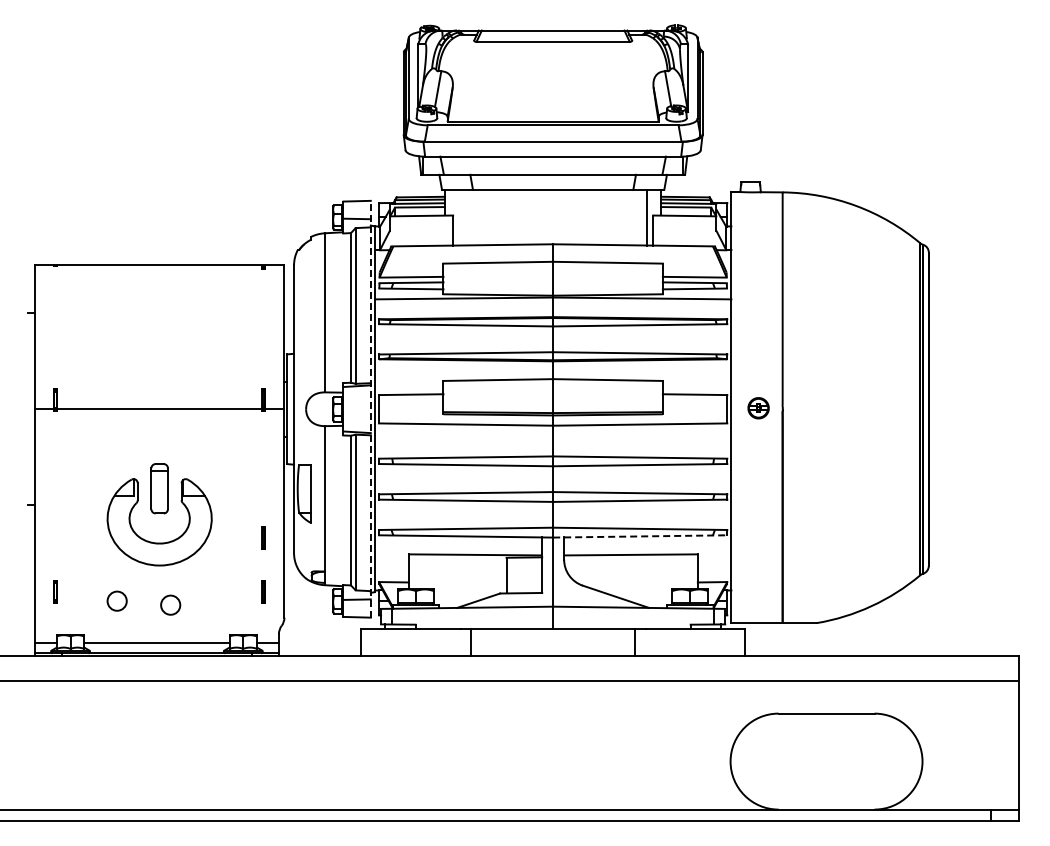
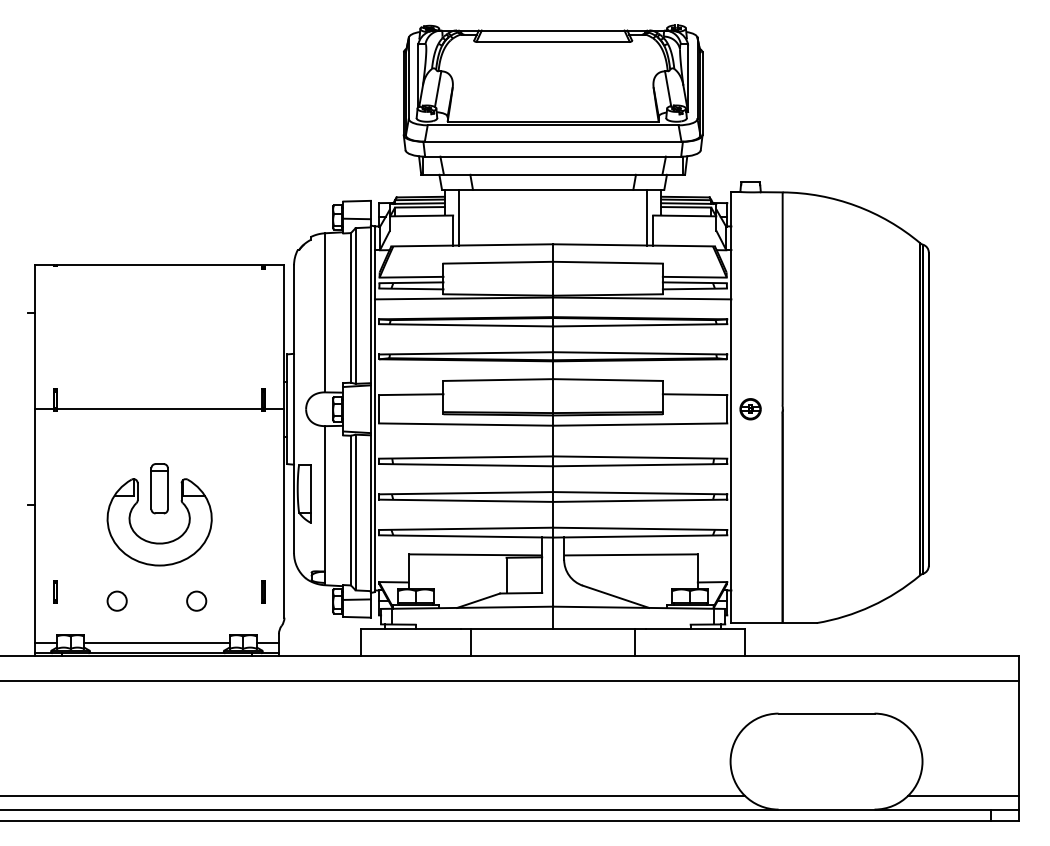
line at (459, 217): none -> present
line at (370, 408): dashed -> solid
part at (758, 408) position: (758, 408) -> (750, 409)
line at (640, 536): dashed -> solid
line at (263, 537): present -> none
circle at (170, 604) position: (170, 604) -> (196, 600)
line at (373, 795): none -> present
line at (963, 795): none -> present
